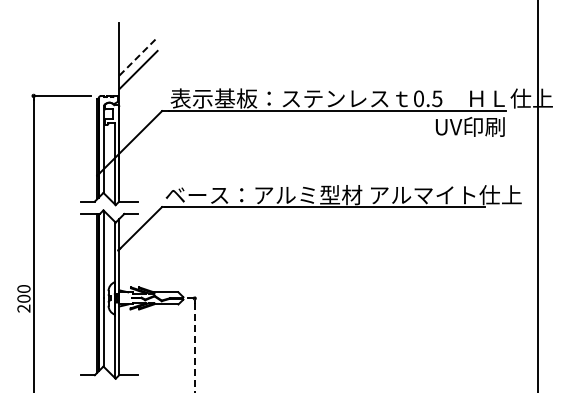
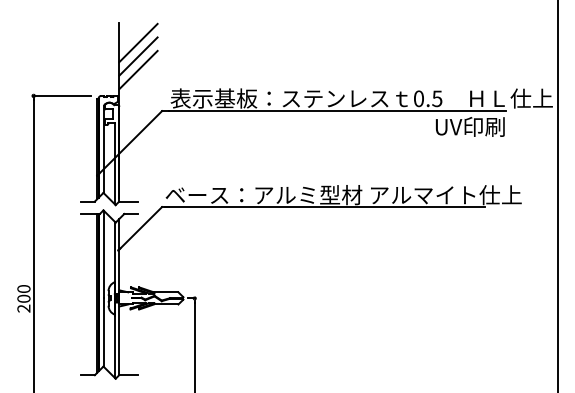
line at (138, 42): none -> present
line at (138, 56): dashed -> solid
line at (537, 195) position: (537, 195) -> (557, 195)
line at (194, 347): dashed -> solid
